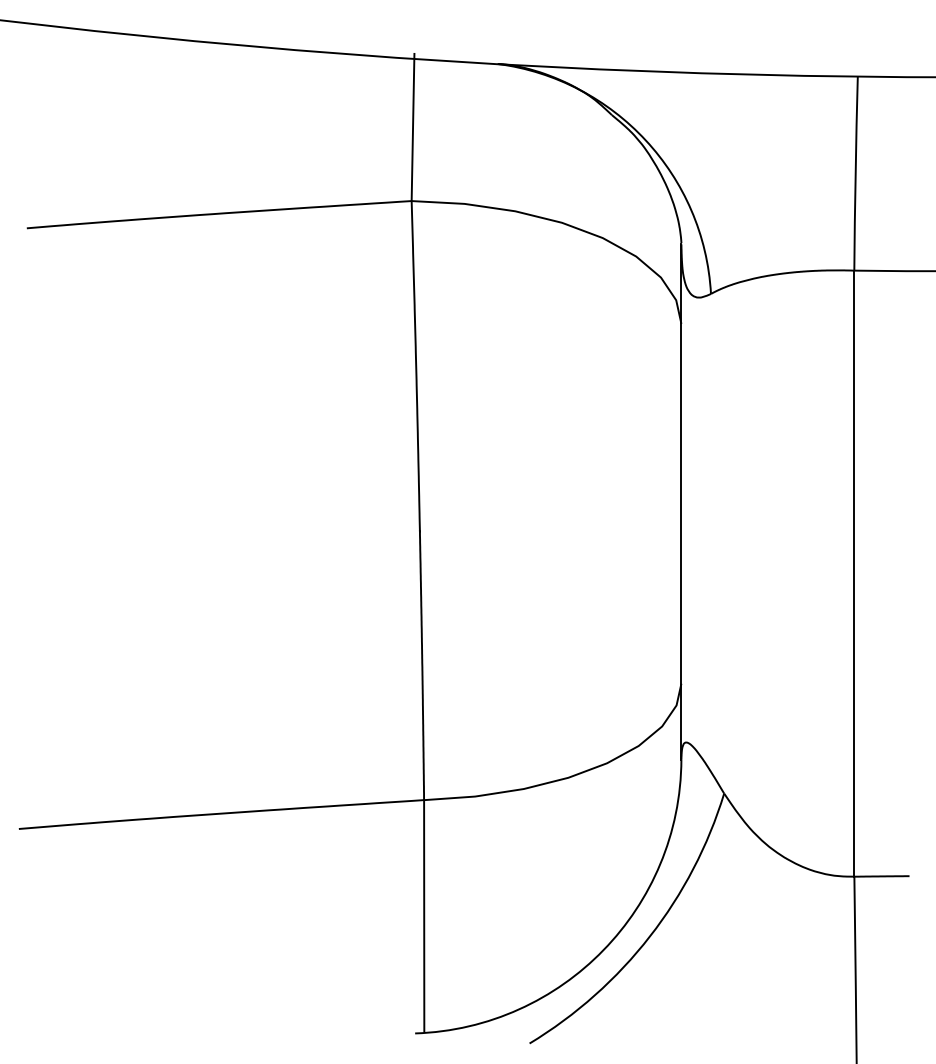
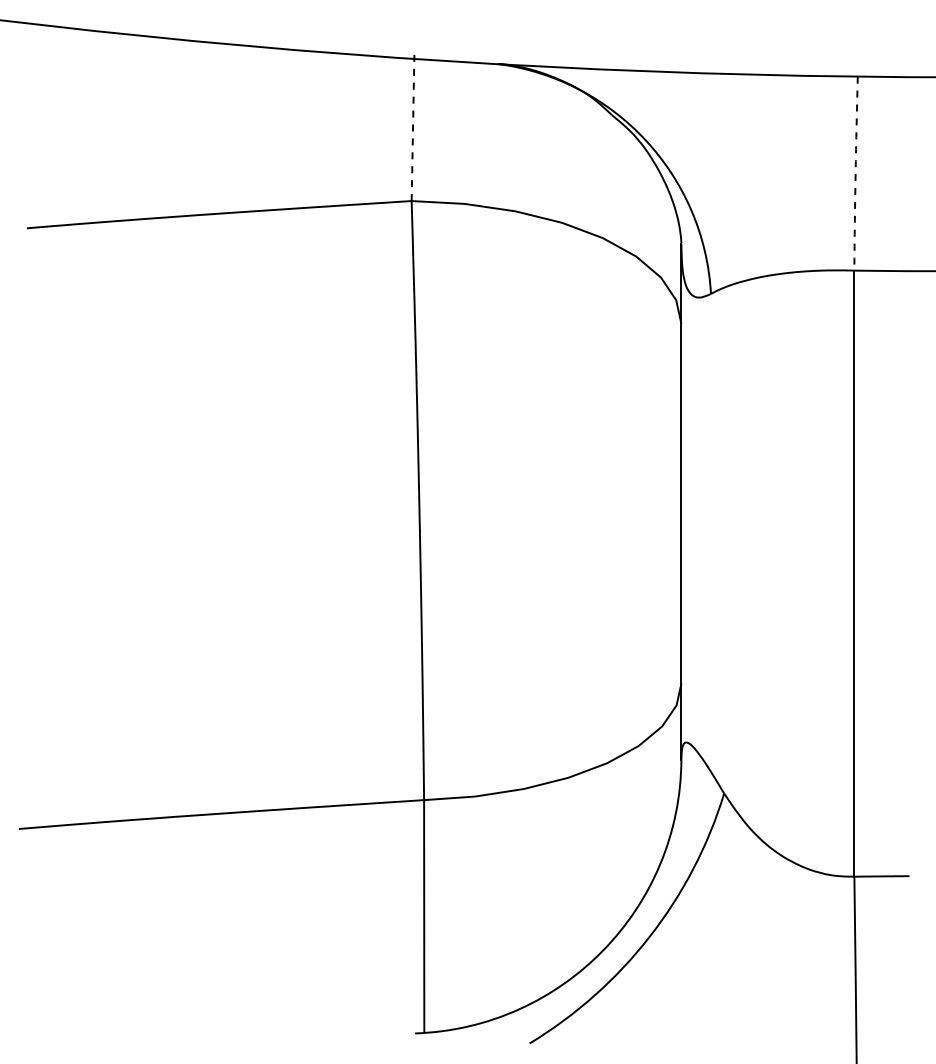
line at (413, 127): solid -> dashed
arc at (855, 173): solid -> dashed
